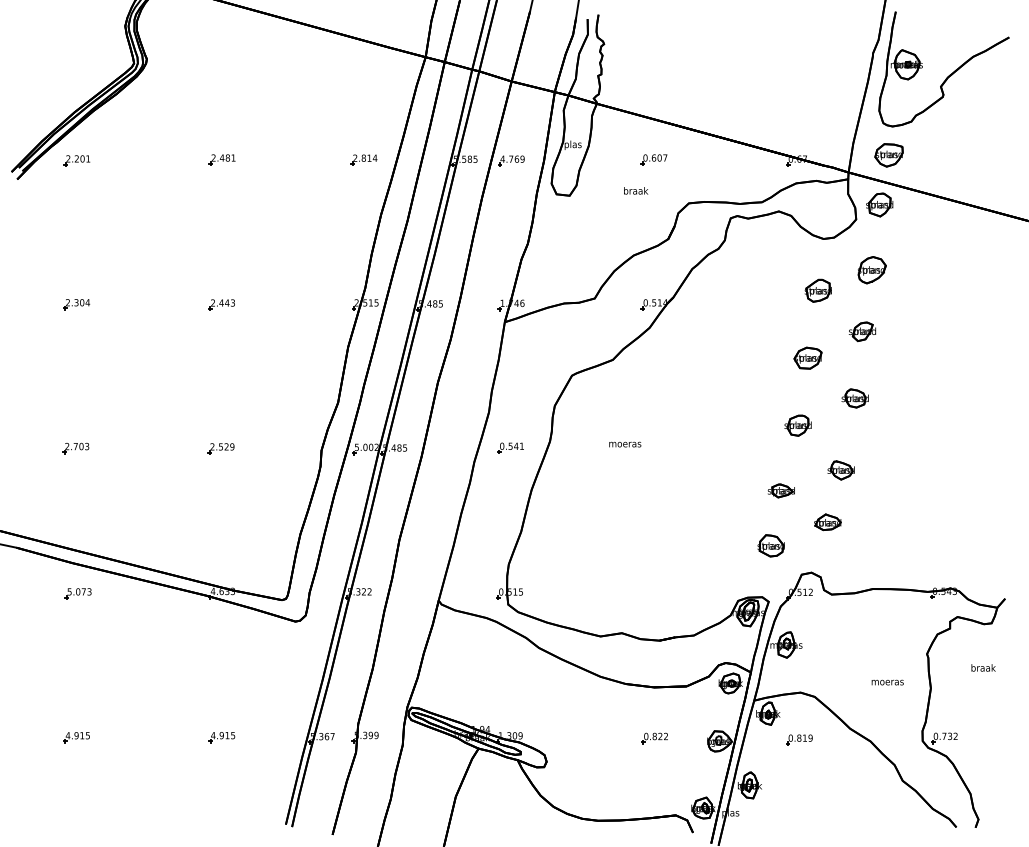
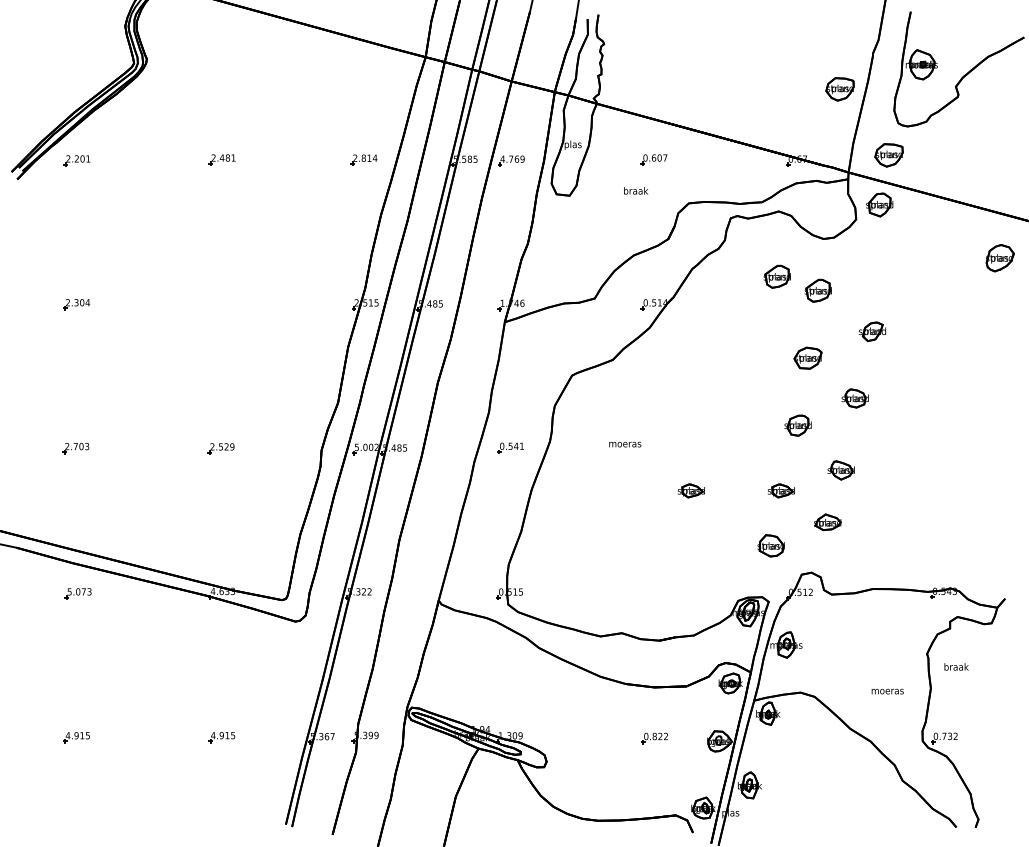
part at (949, 74) position: (949, 74) -> (964, 74)
part at (839, 89): none -> present
part at (871, 270) position: (871, 270) -> (999, 258)
part at (776, 276): none -> present
part at (221, 304): present -> none
part at (862, 331) position: (862, 331) -> (872, 331)
part at (690, 490): none -> present
text at (983, 667) position: (983, 667) -> (956, 666)
text at (887, 682) position: (887, 682) -> (887, 691)
part at (799, 739): present -> none
